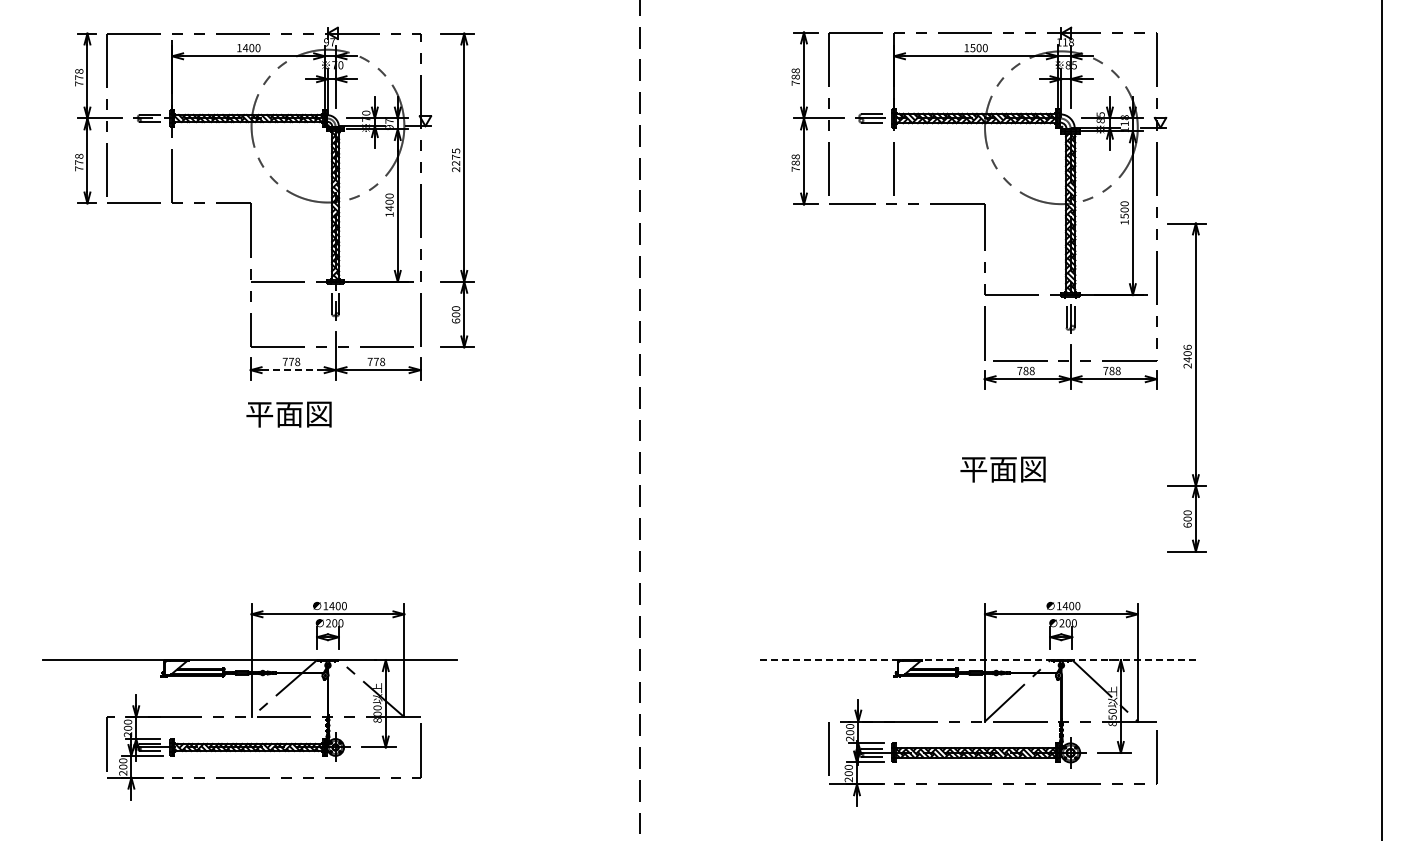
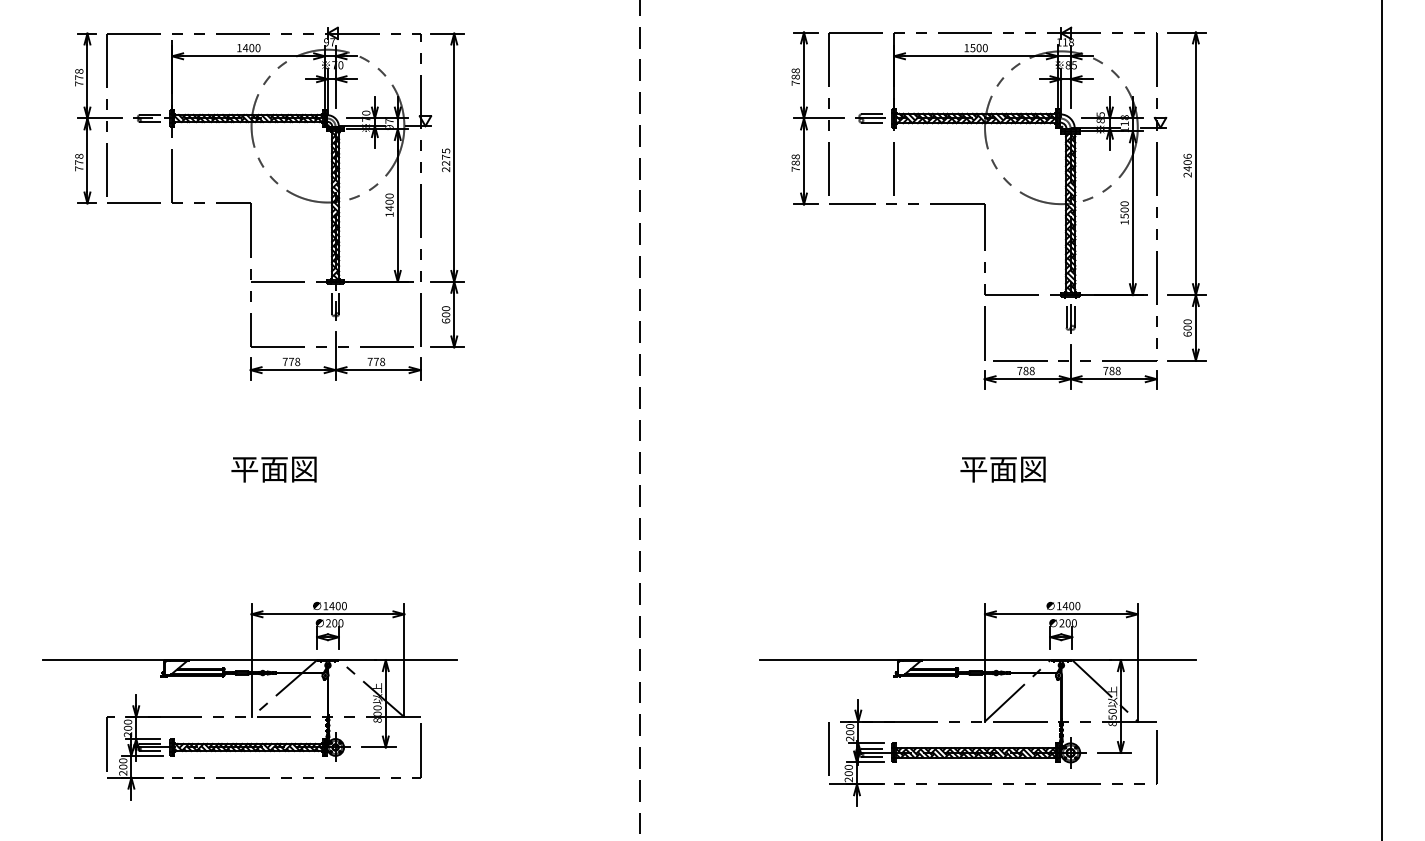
part at (457, 190) position: (457, 190) -> (447, 190)
line at (293, 370): dashed -> solid
part at (1195, 387) position: (1195, 387) -> (1195, 196)
text at (288, 414) position: (288, 414) -> (273, 469)
line at (978, 660): dashed -> solid
